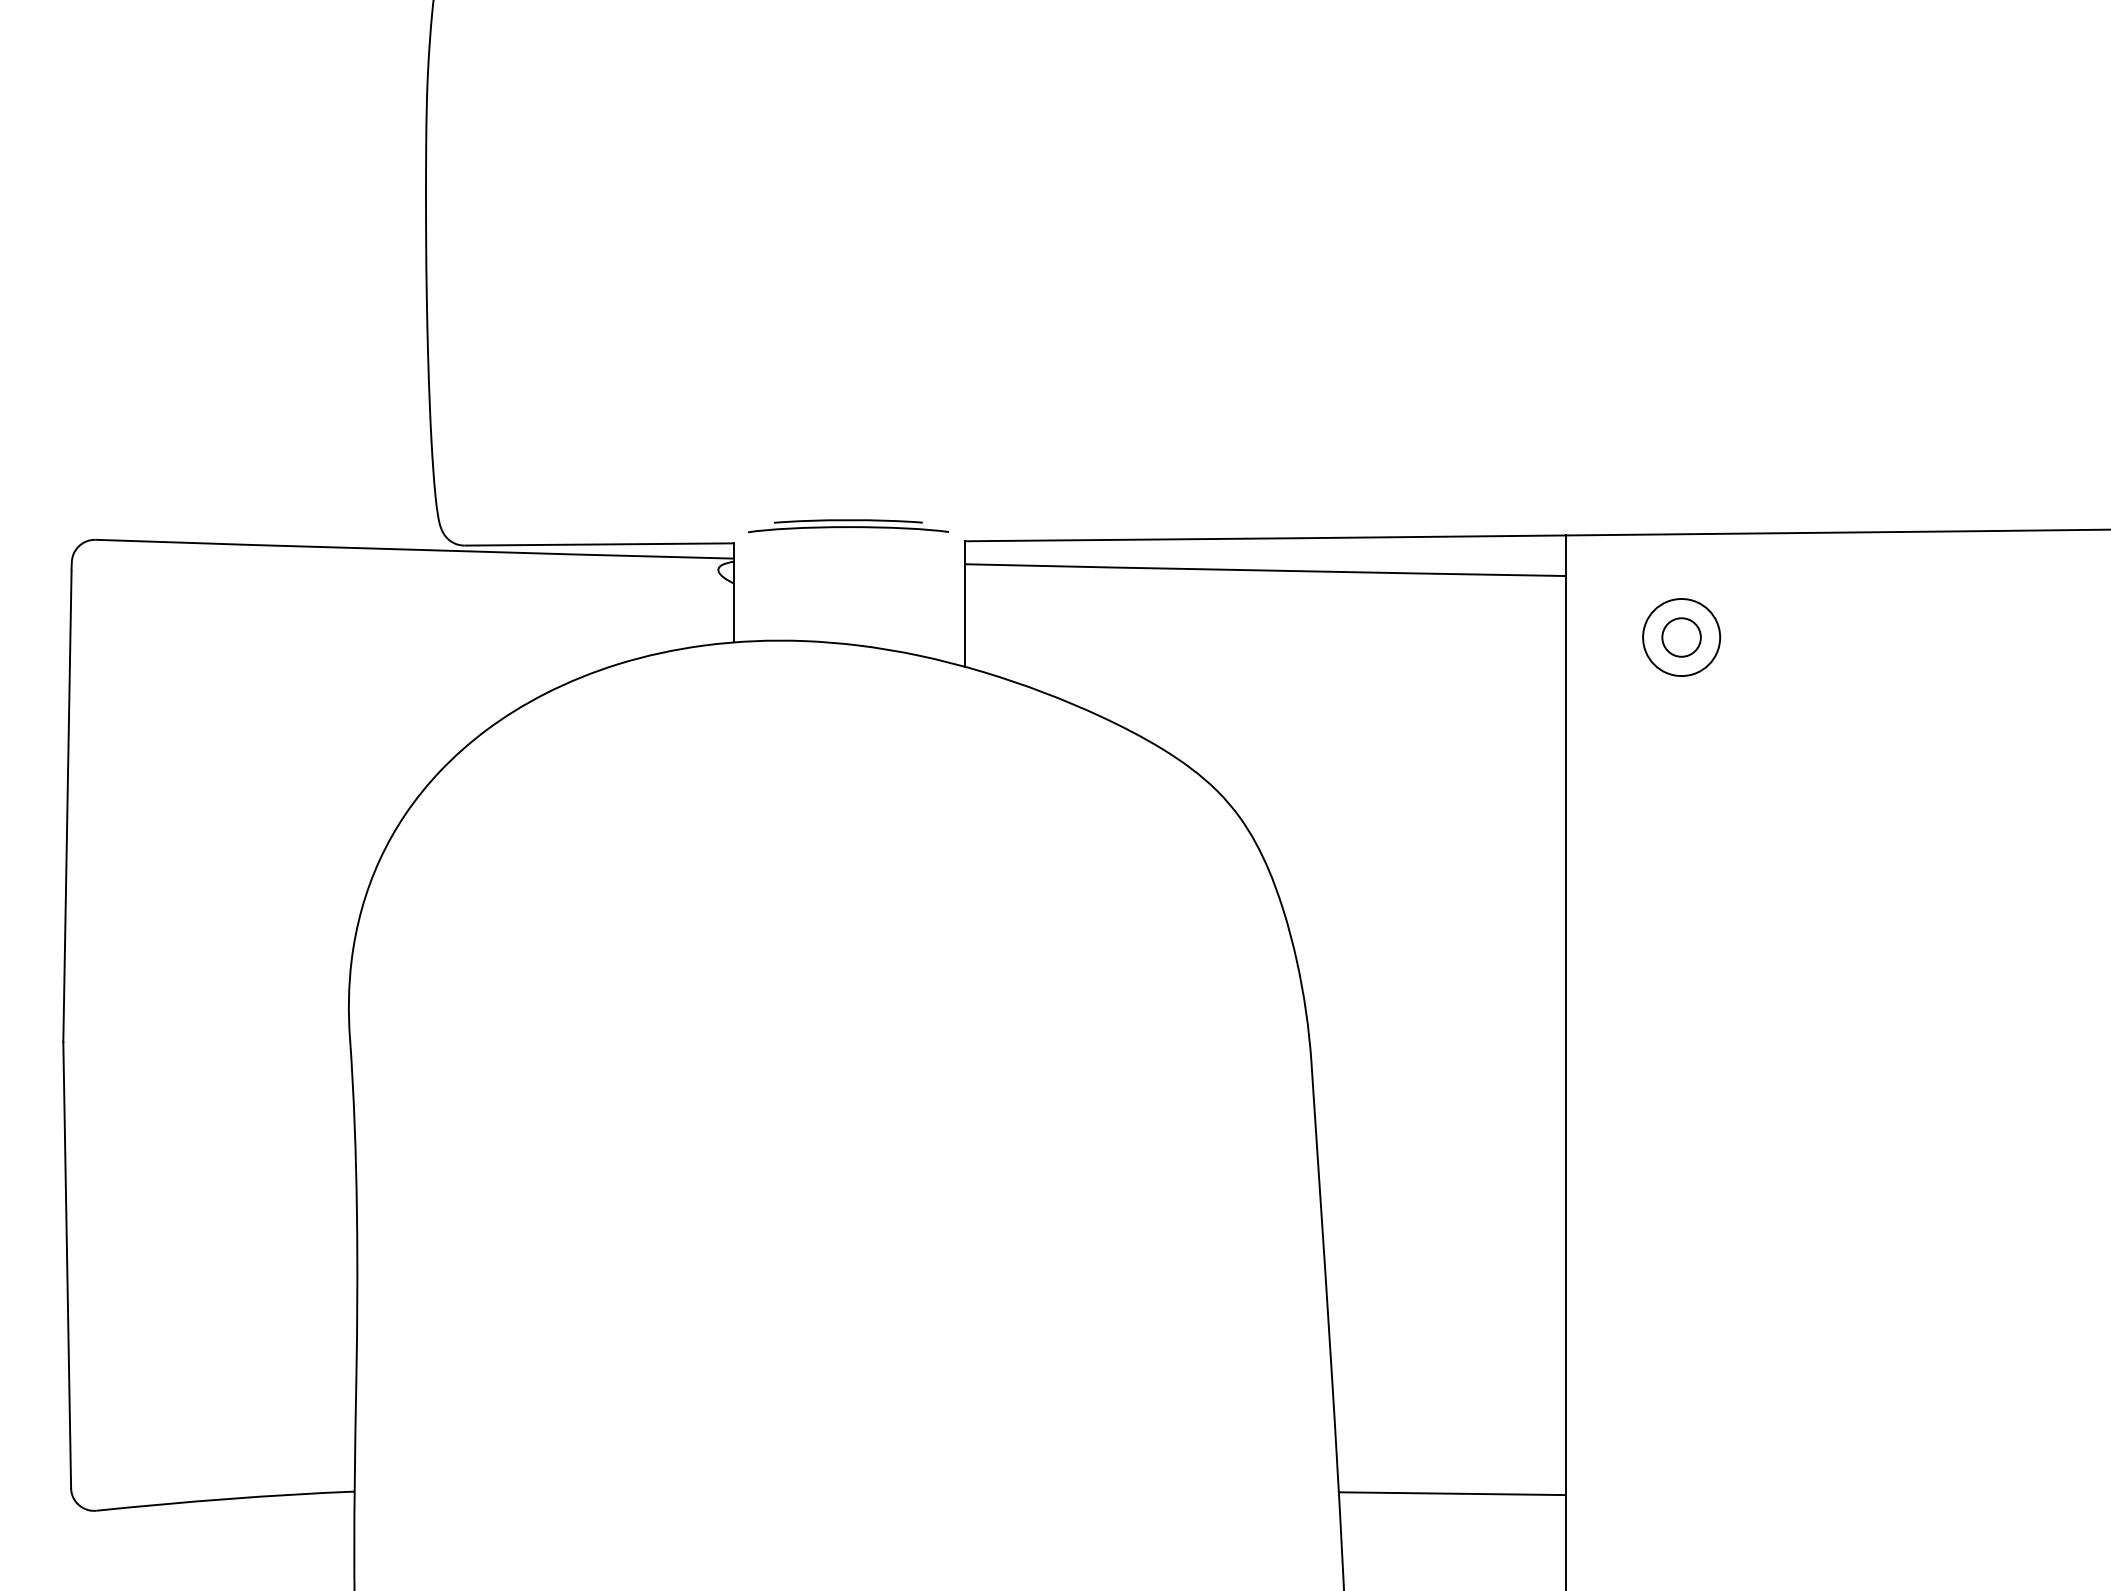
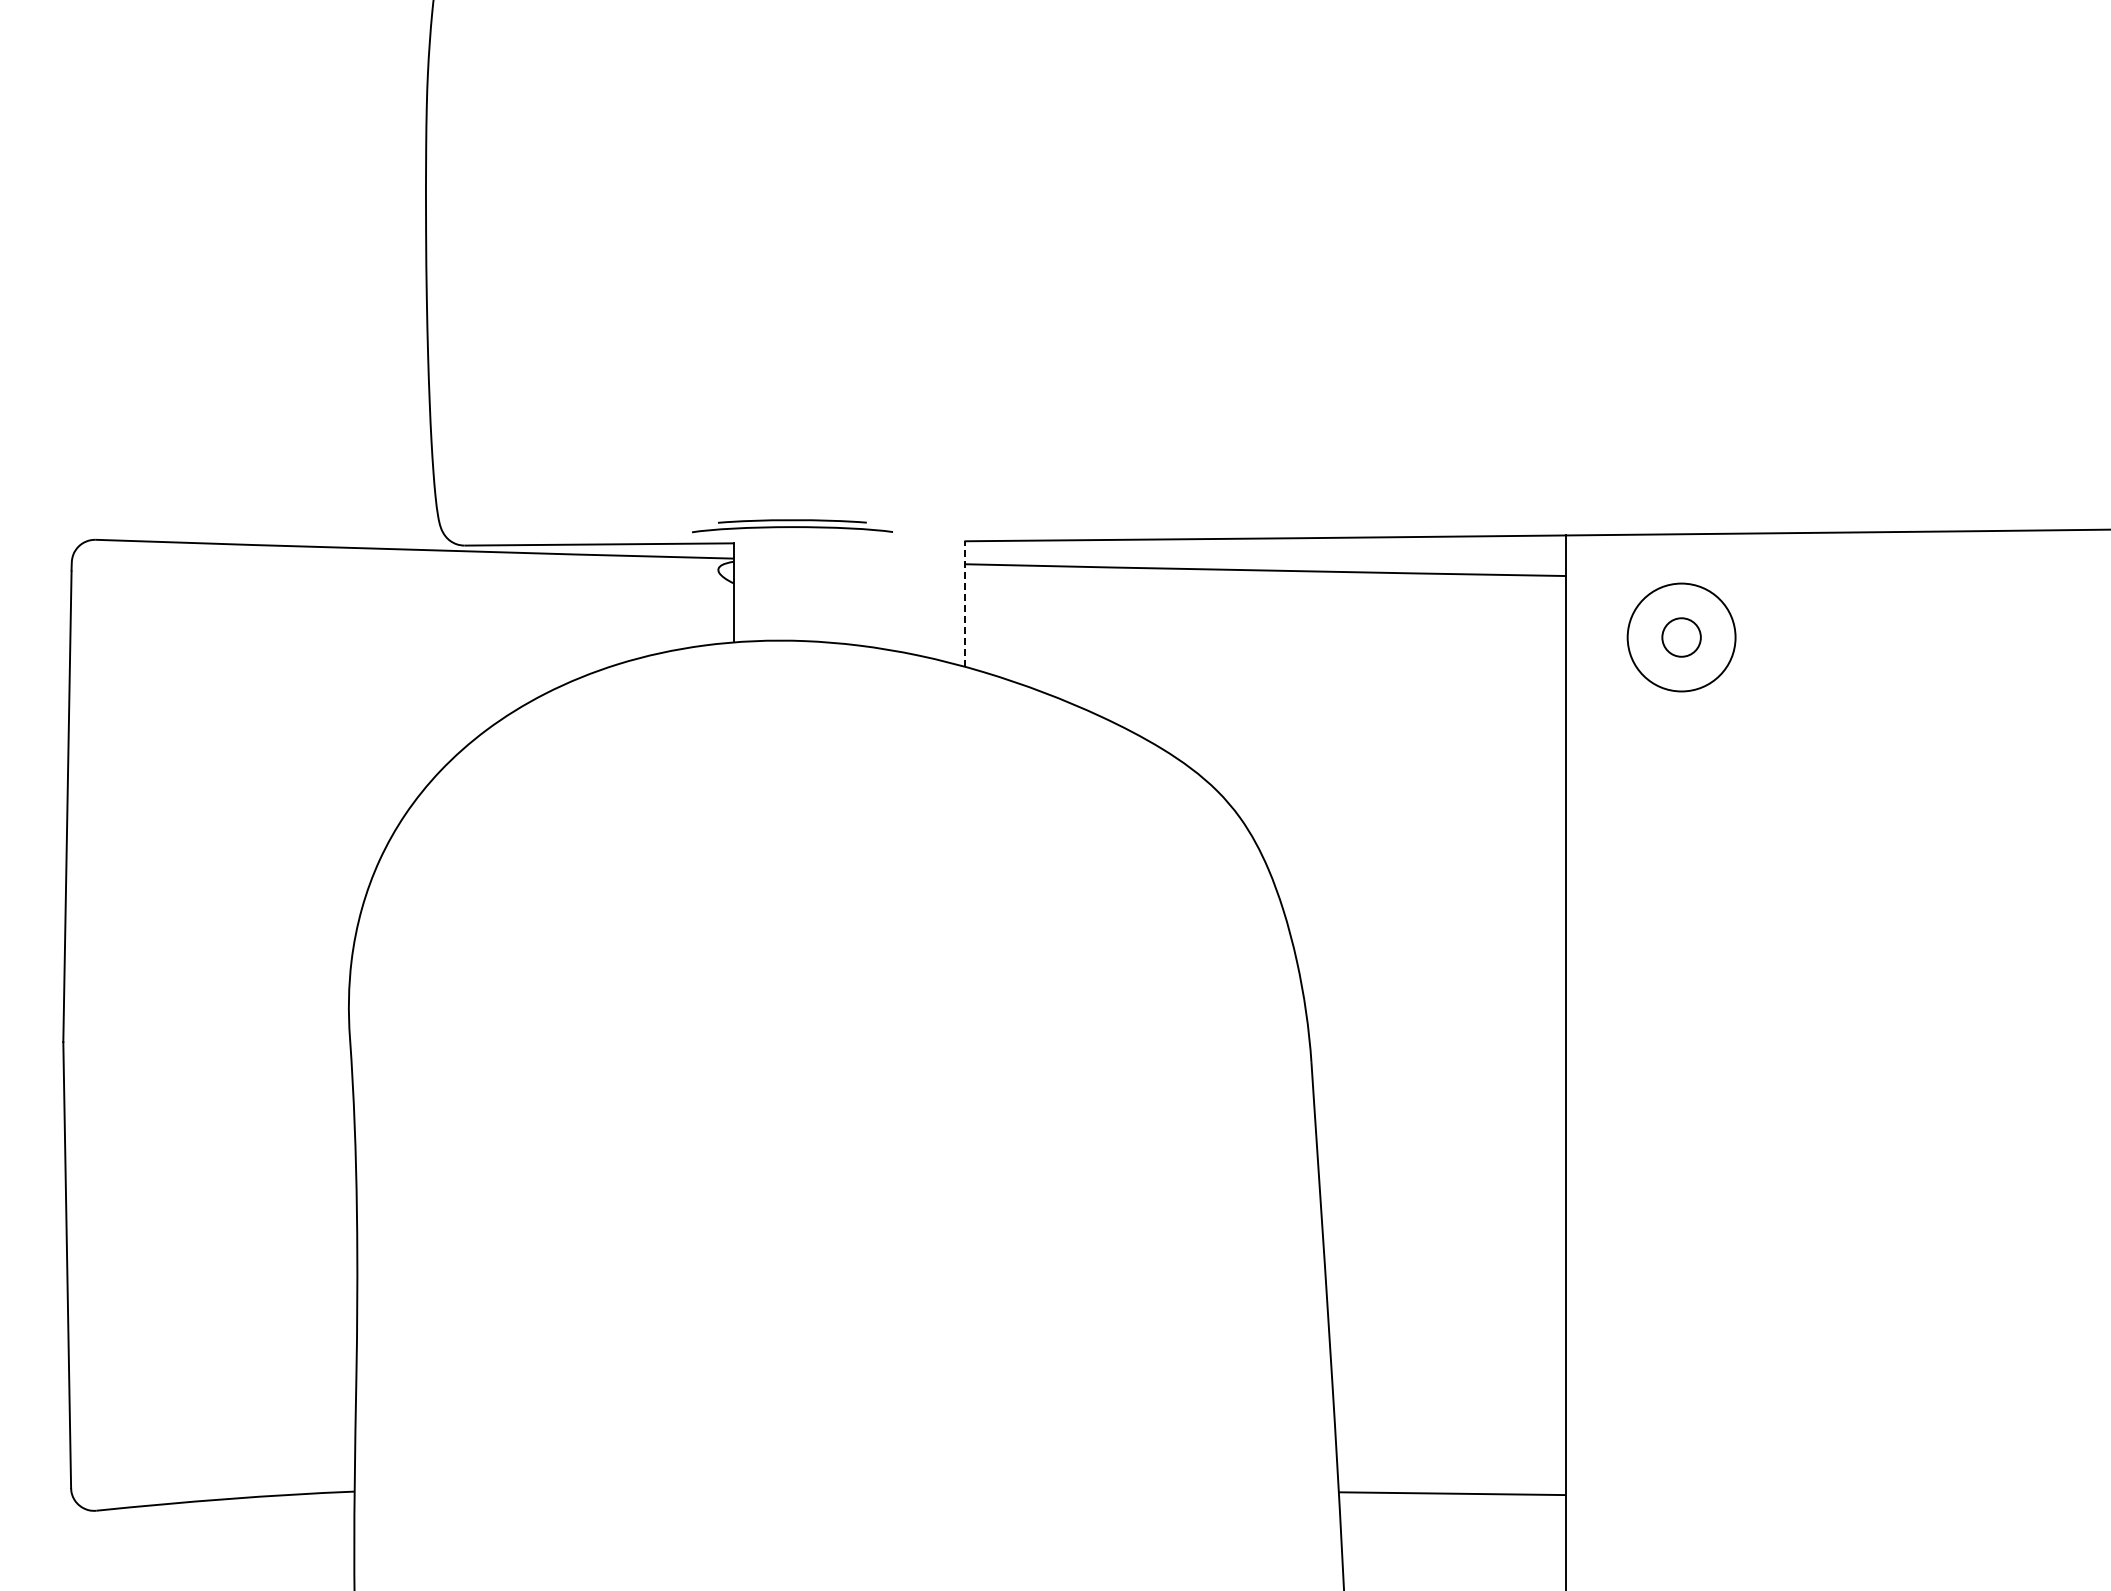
part at (848, 526) position: (848, 526) -> (792, 526)
line at (964, 604): solid -> dashed
circle at (1681, 637) diameter: 77 px -> 108 px
